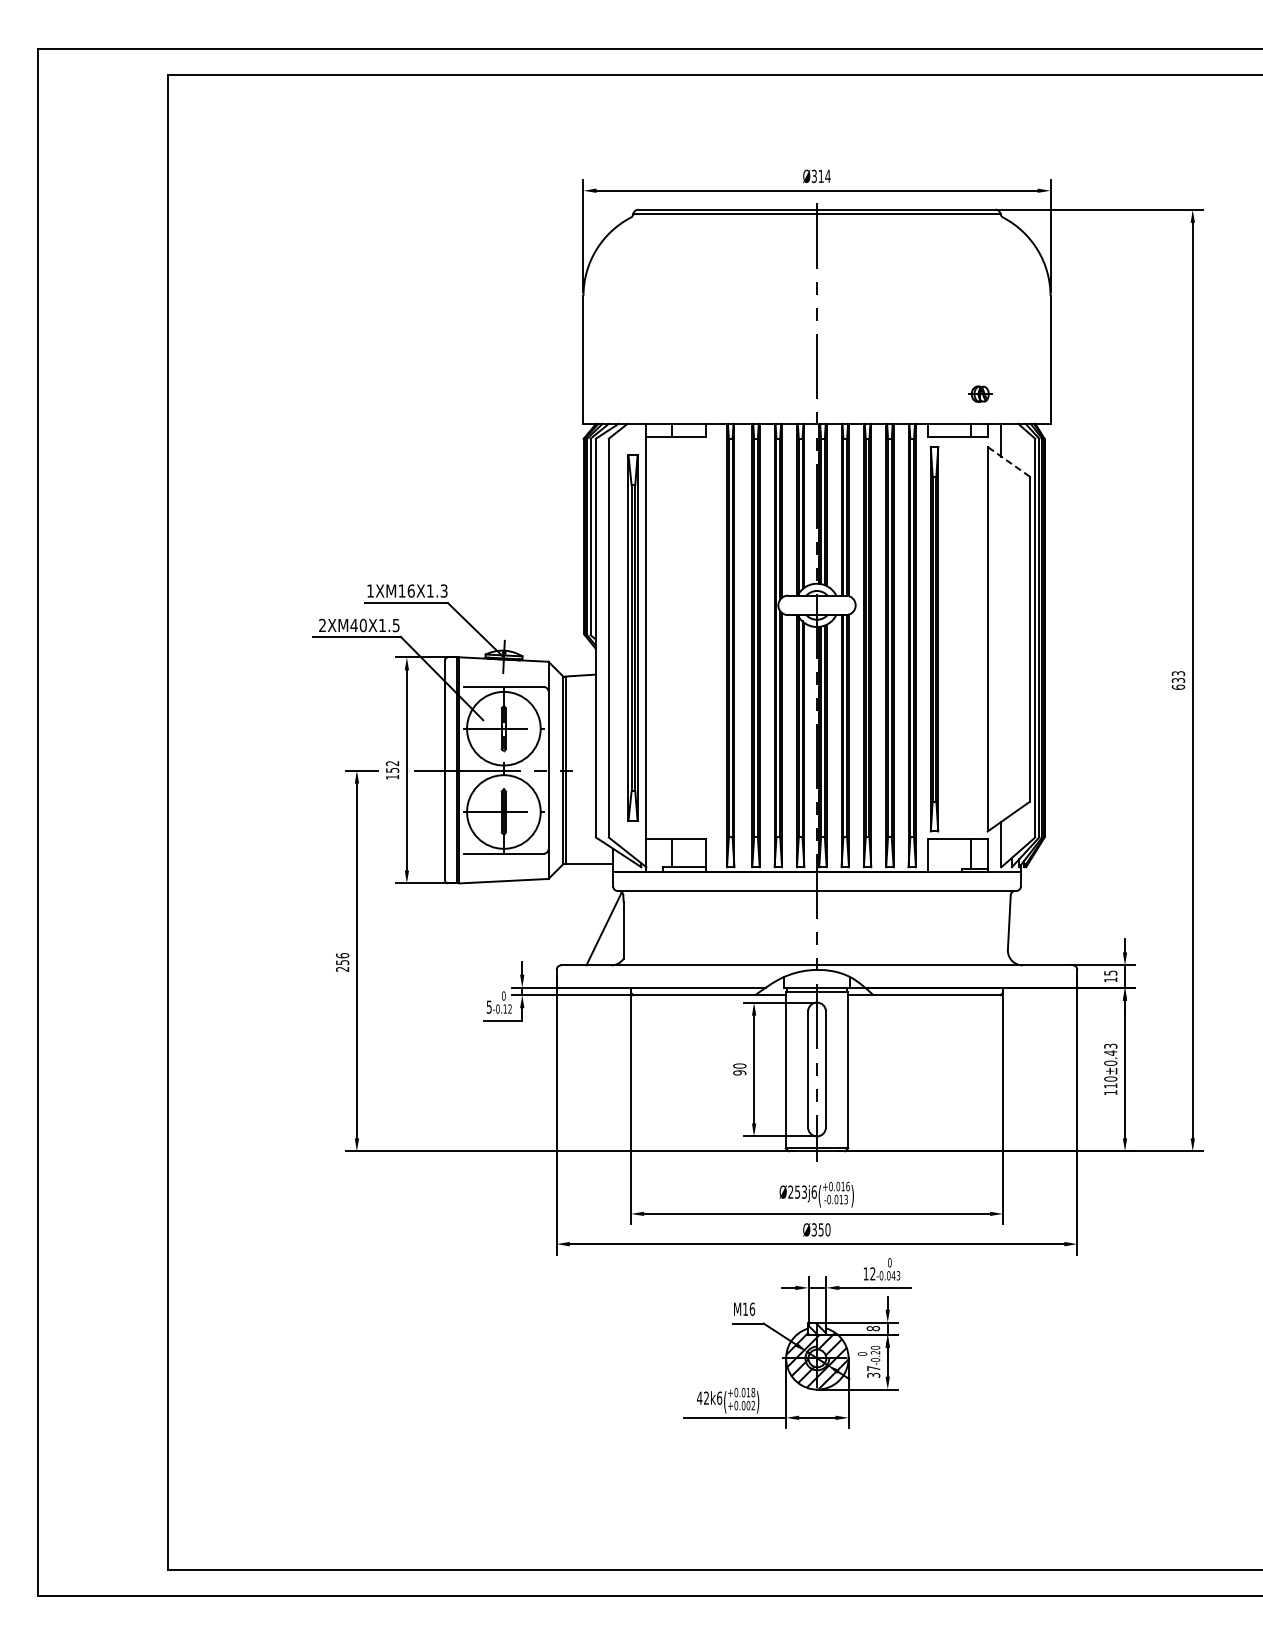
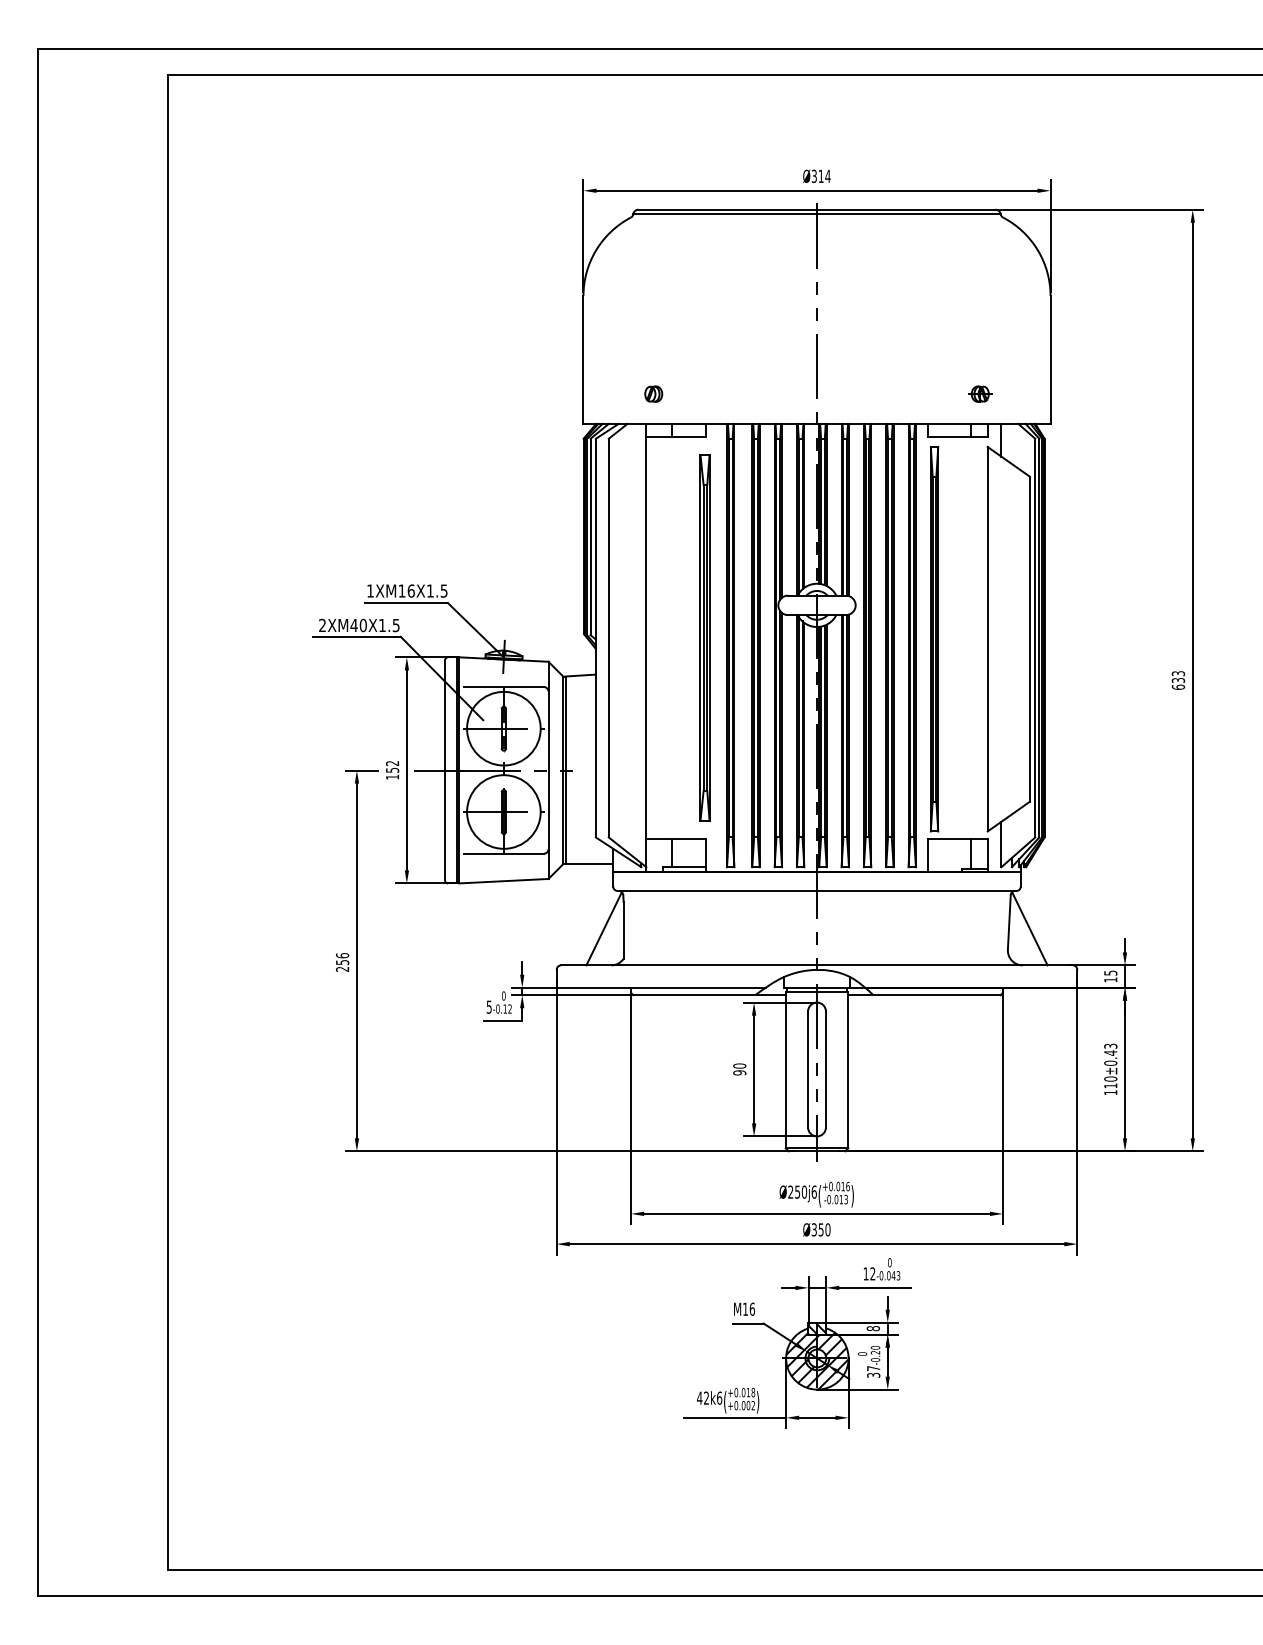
part at (653, 393): none -> present
line at (1008, 461): dashed -> solid
text at (444, 590): 1XM16X1.3 -> 1XM16X1.5
part at (632, 637) position: (632, 637) -> (704, 637)
line at (1029, 928): none -> present
text at (804, 1191): Ø253 -> Ø250
